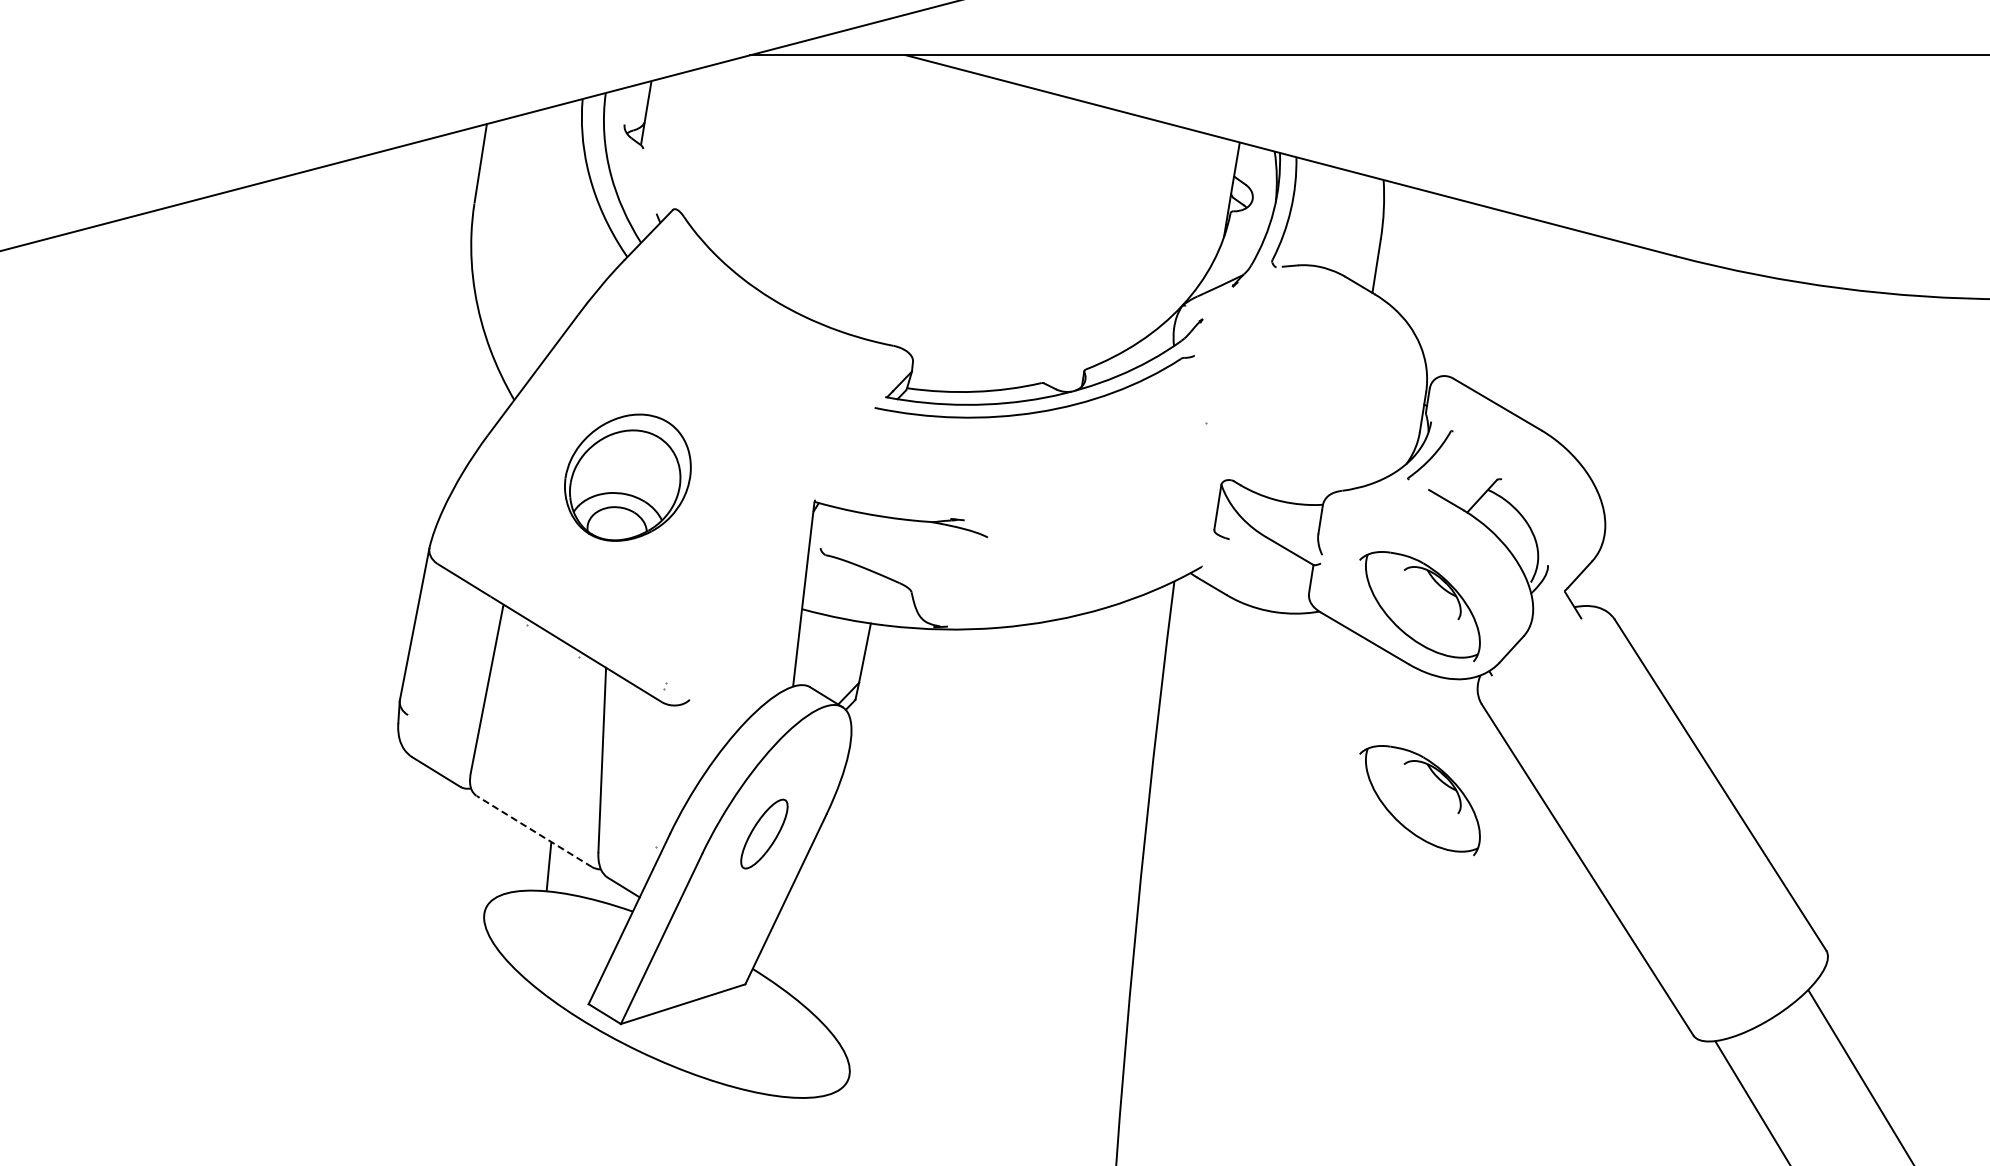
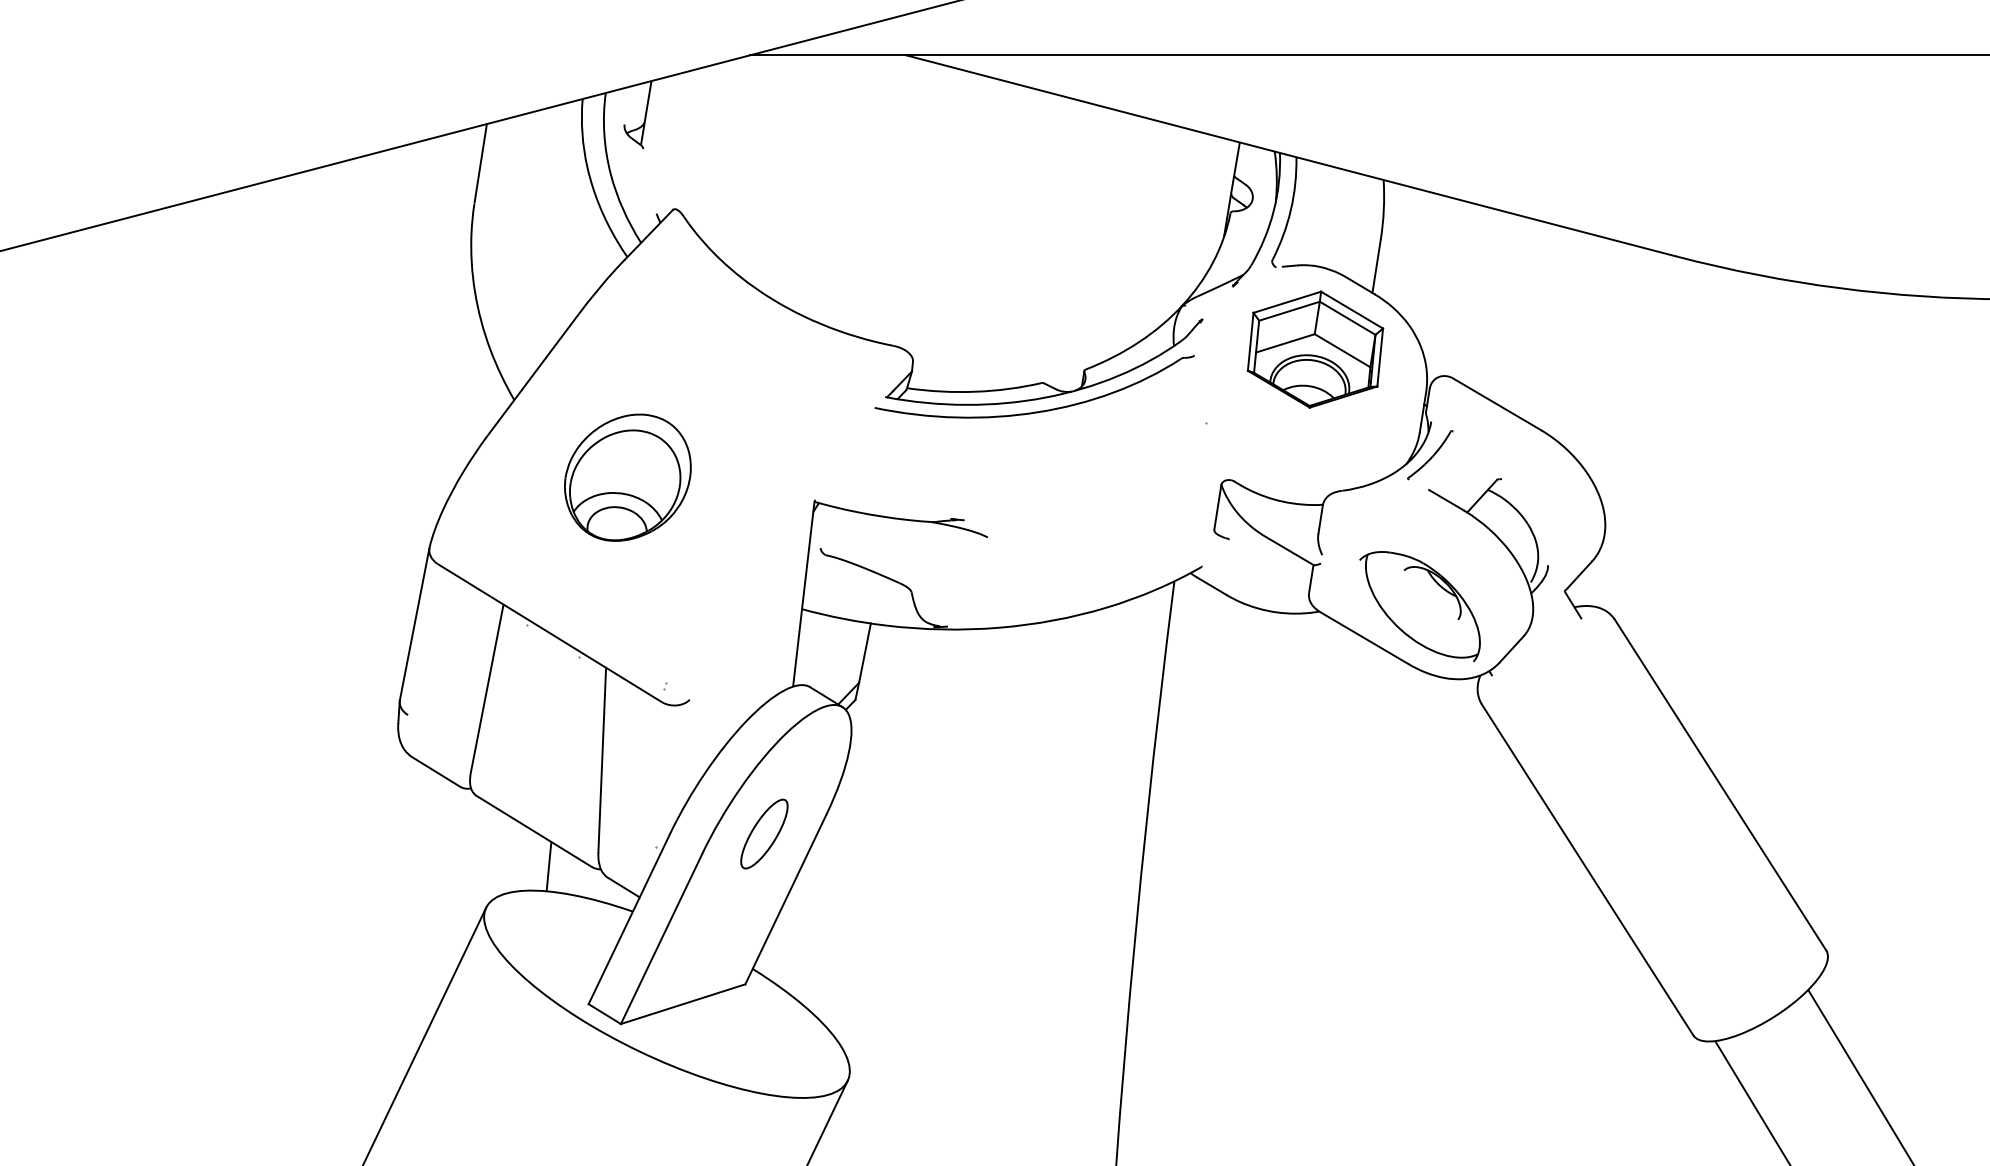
part at (1315, 349): none -> present
part at (1419, 800): present -> none
line at (534, 831): dashed -> solid
line at (425, 1034): none -> present
line at (827, 1121): none -> present
